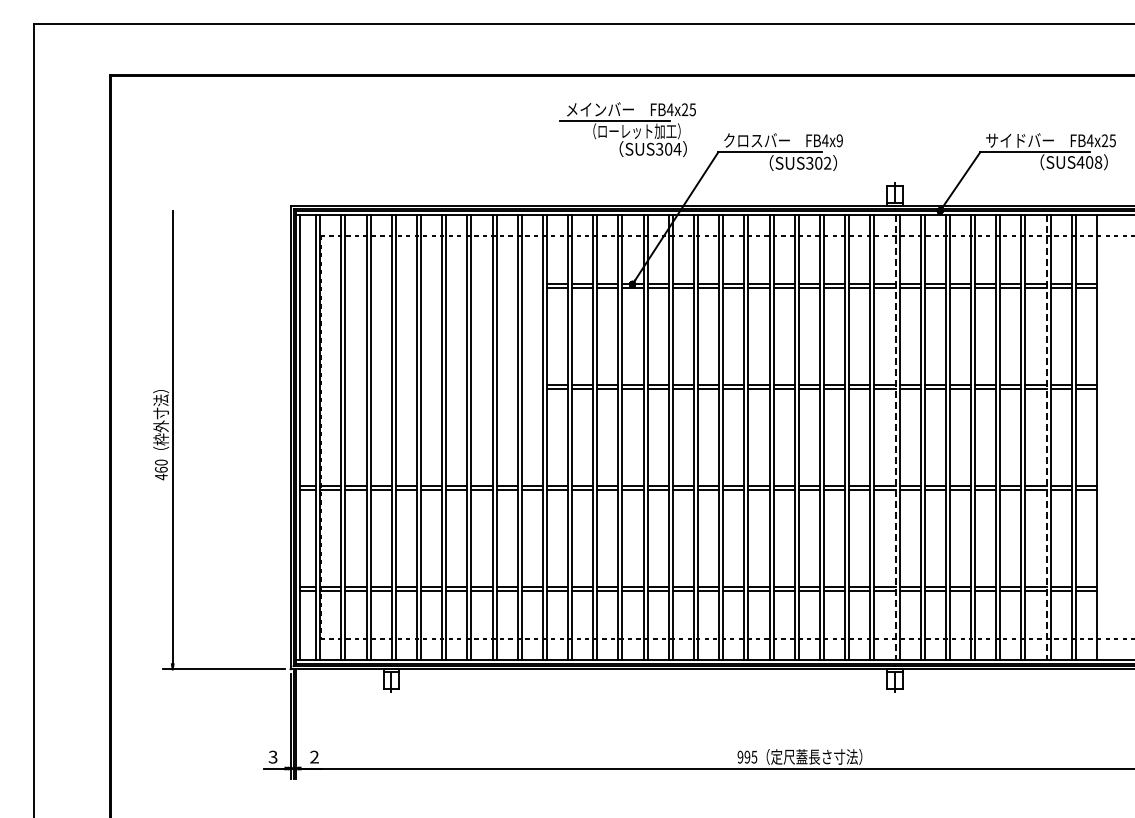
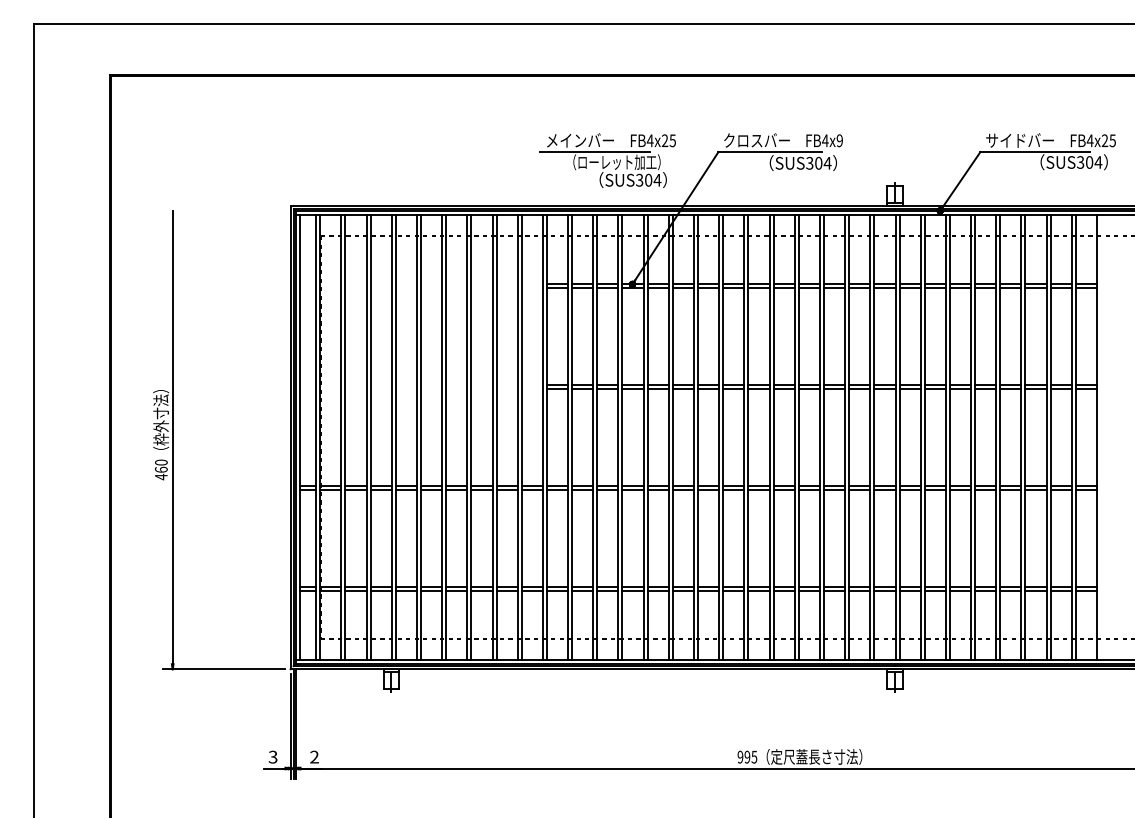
part at (627, 129) position: (627, 129) -> (607, 160)
text at (827, 162): SUS302 -> SUS304
text at (1089, 162): SUS408 -> SUS304
line at (895, 437): dashed -> solid
line at (1046, 437): dashed -> solid
